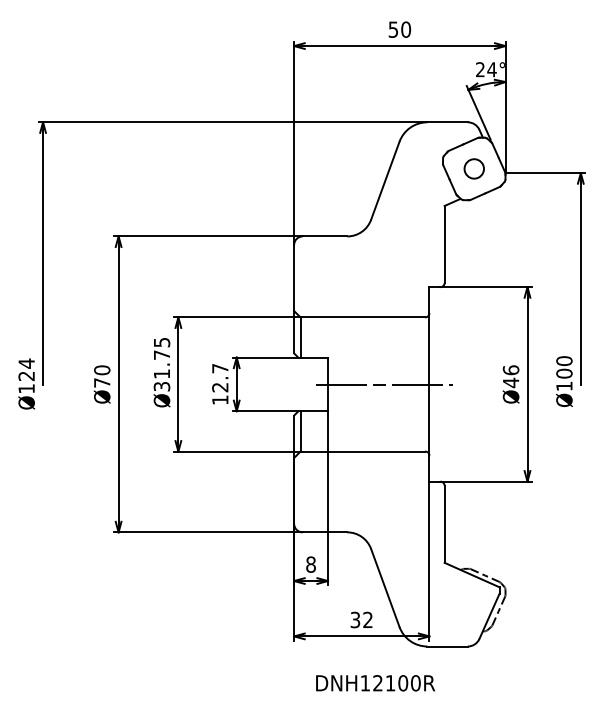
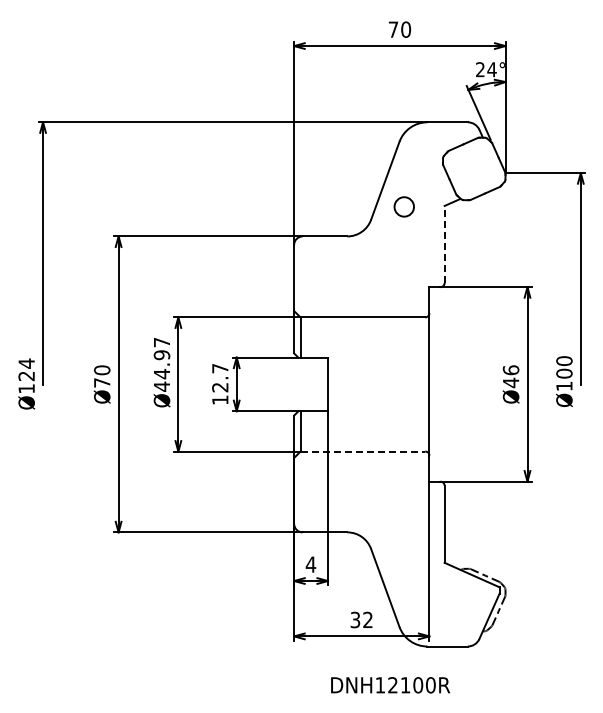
text at (393, 29): 50 -> 70
circle at (473, 168) position: (473, 168) -> (403, 206)
line at (444, 243): solid -> dashed
text at (161, 364): Ø31.75 -> Ø44.97
line at (384, 384): present -> none
line at (363, 451): solid -> dashed
text at (310, 564): 8 -> 4
text at (375, 683) position: (375, 683) -> (390, 685)
